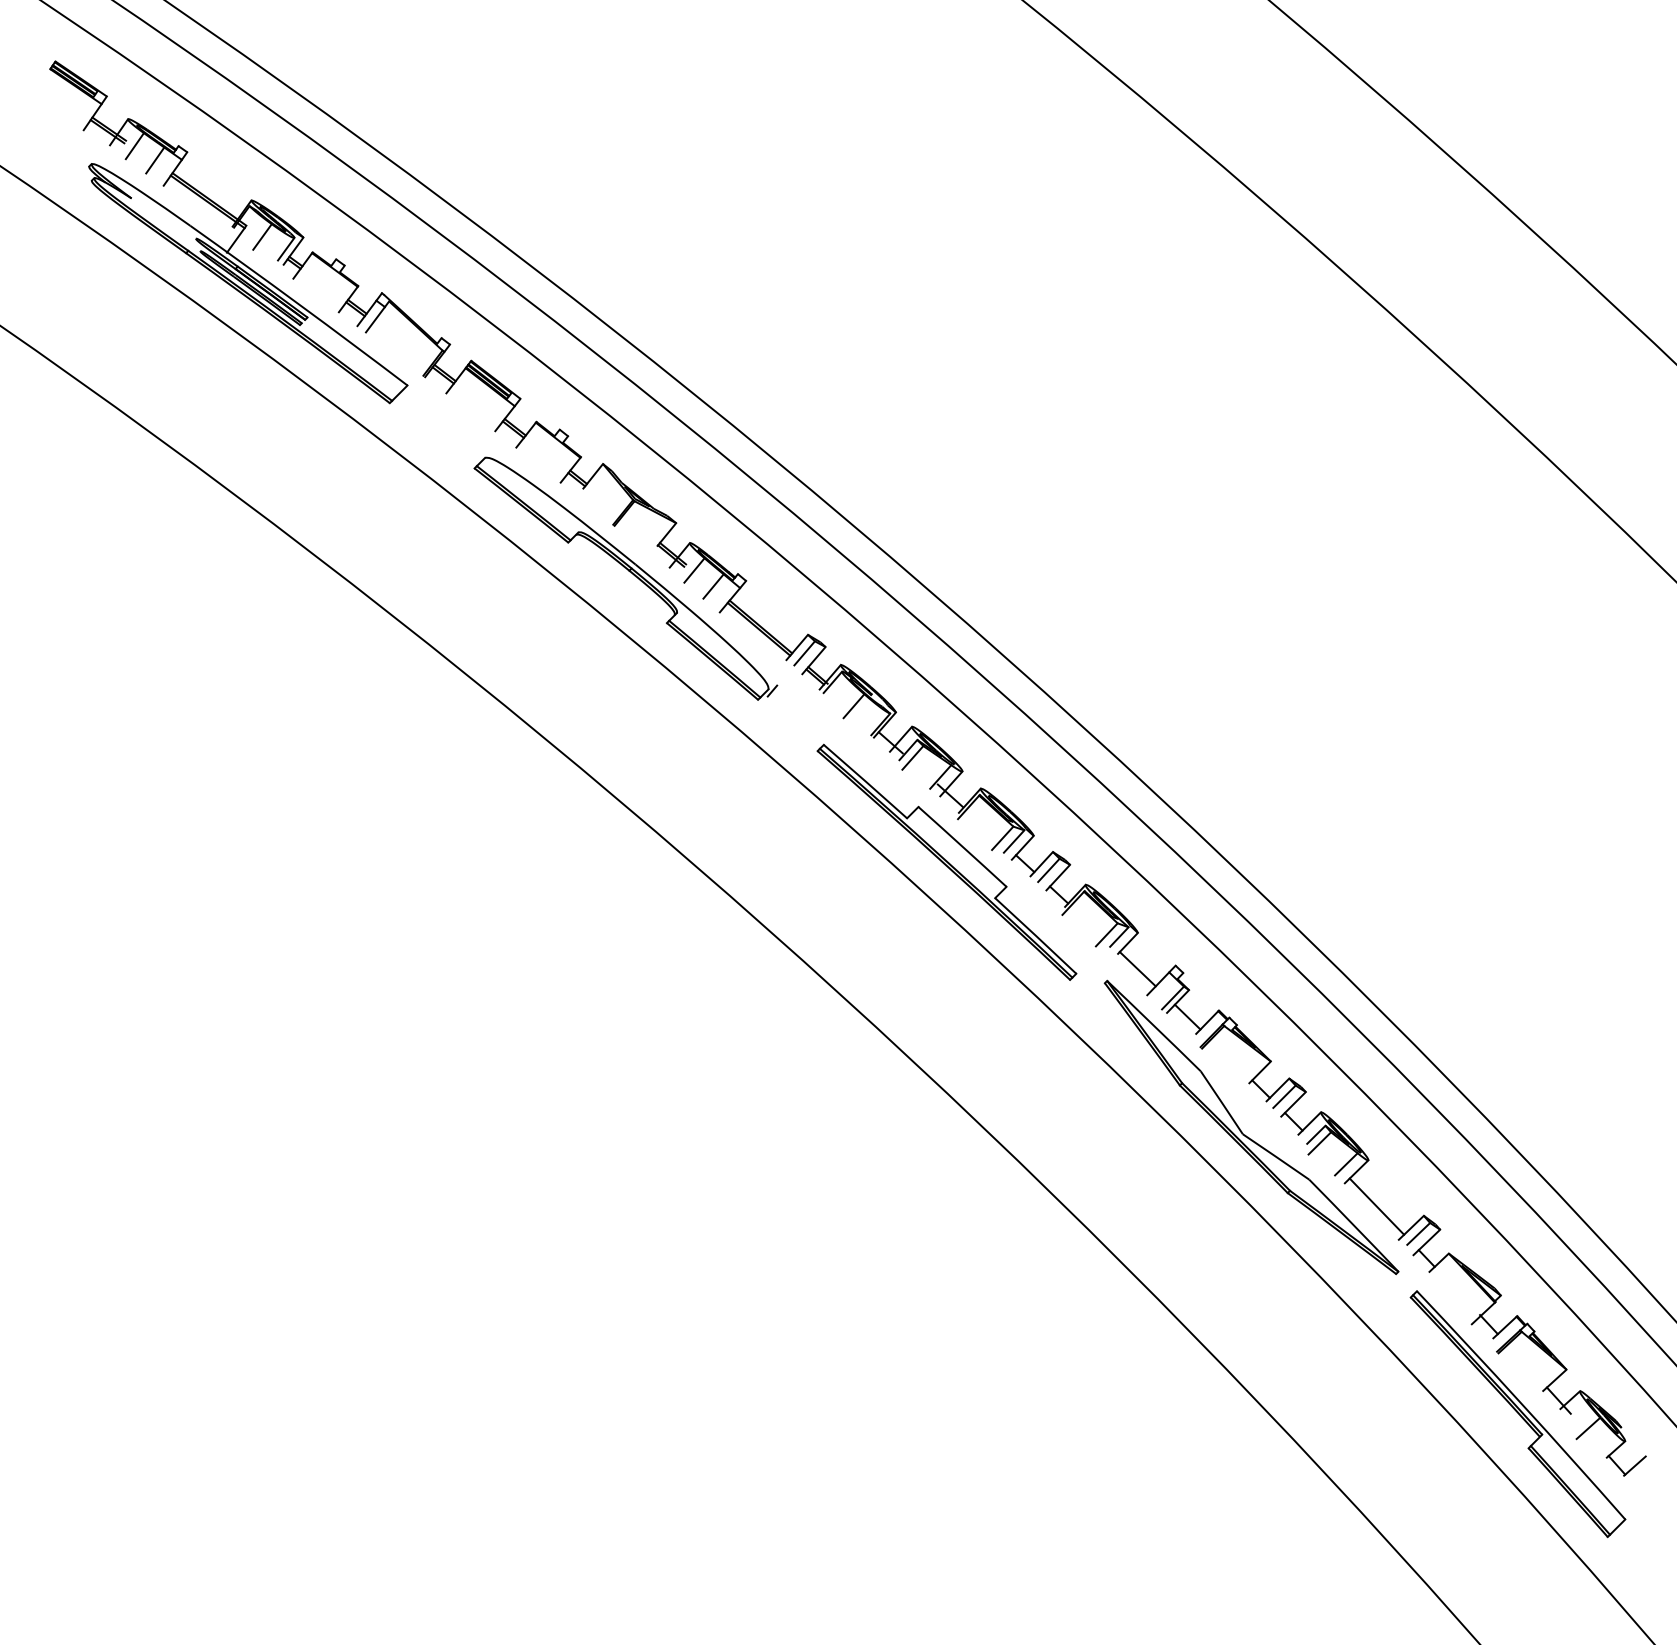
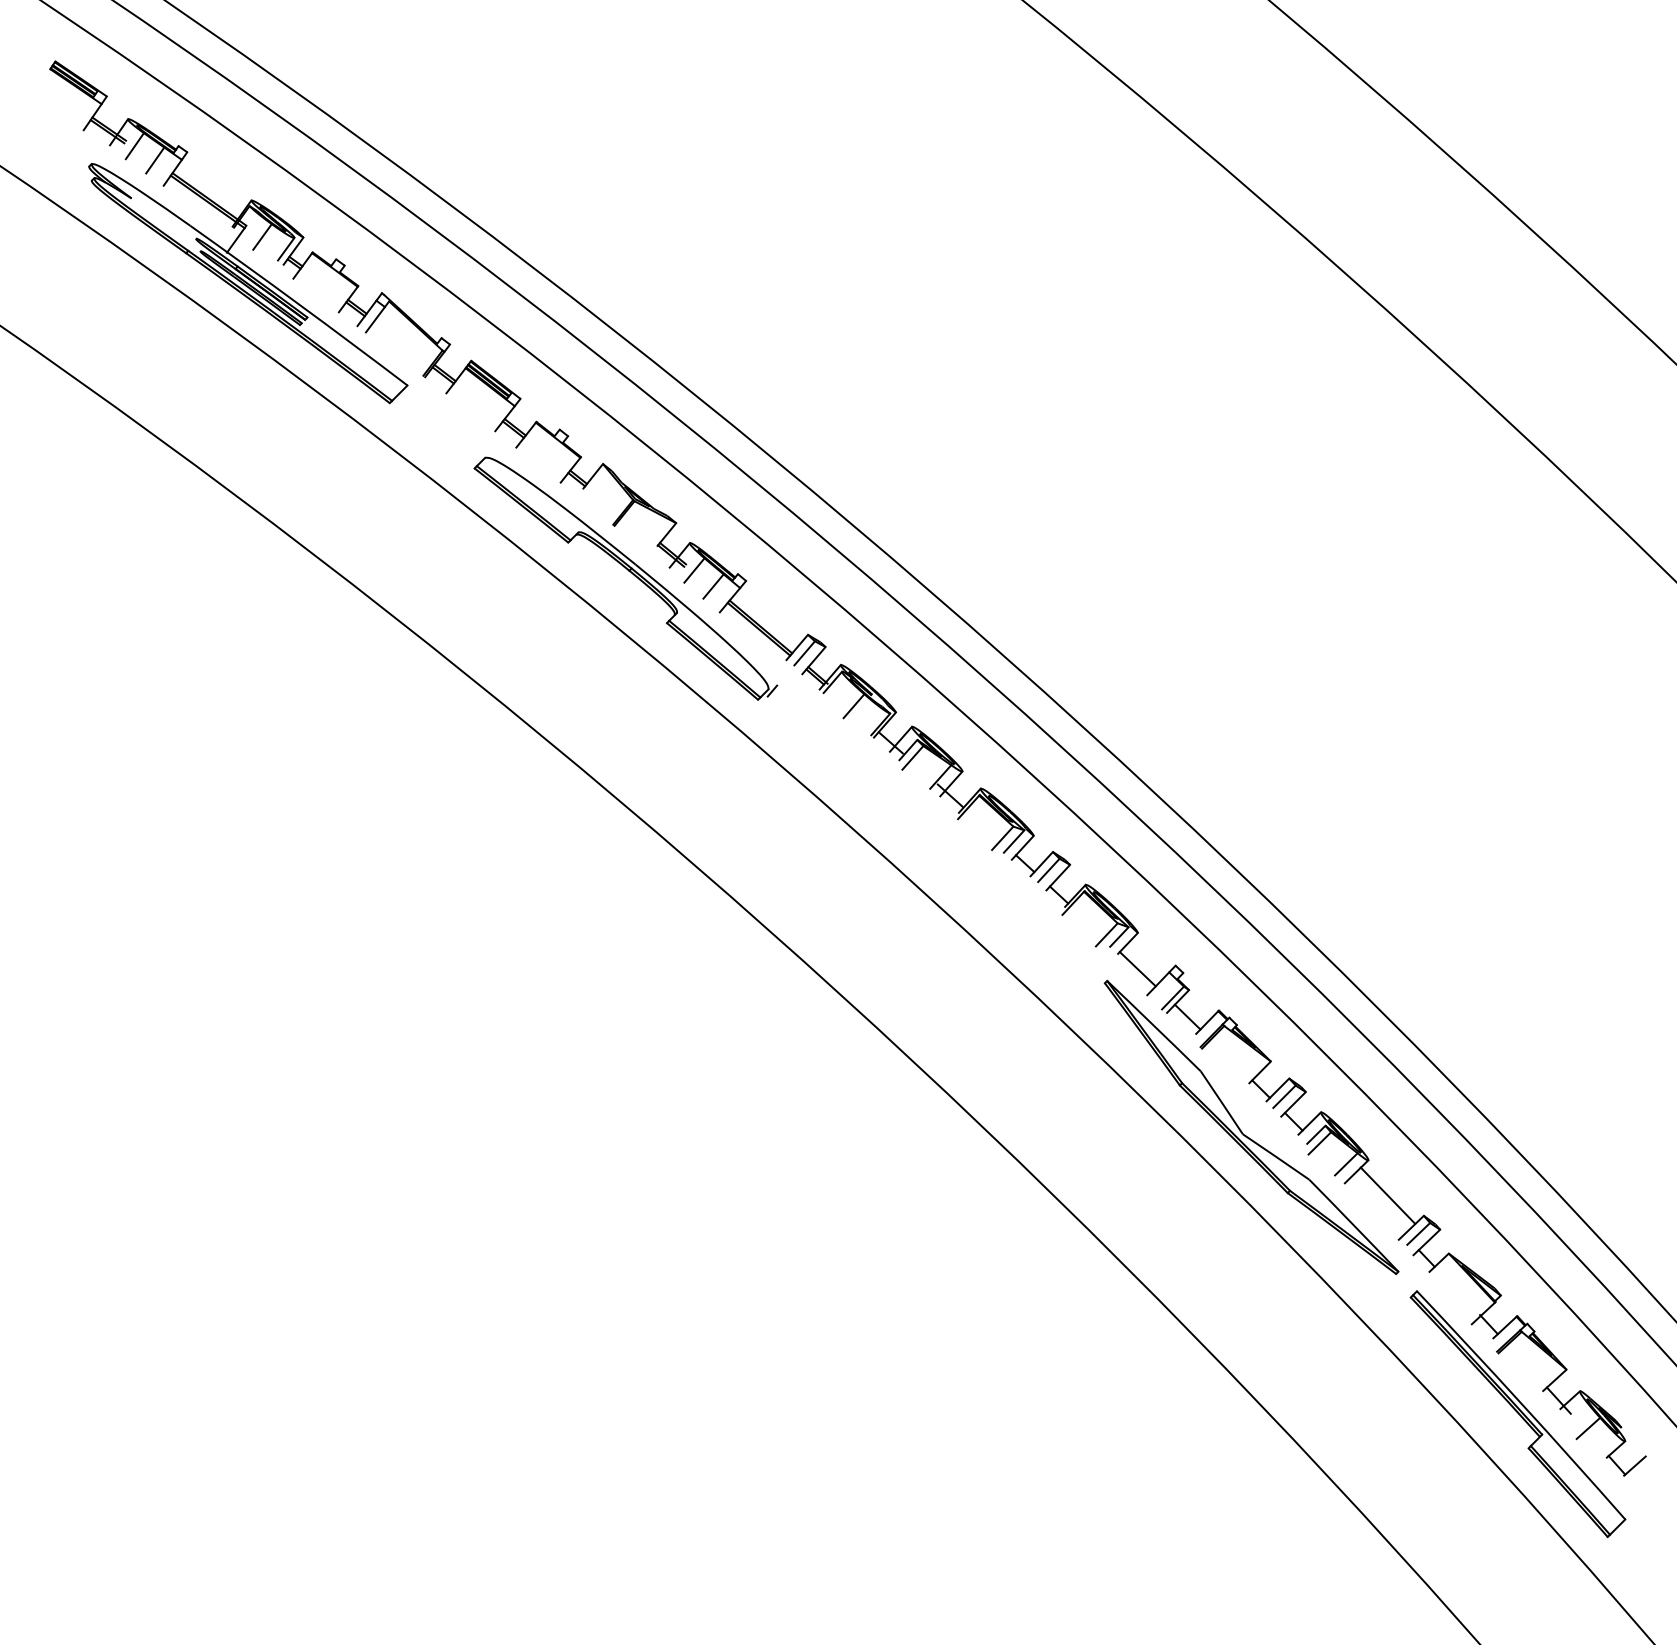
part at (946, 861): present -> none
line at (1376, 1206) position: (1376, 1206) -> (1387, 1195)
